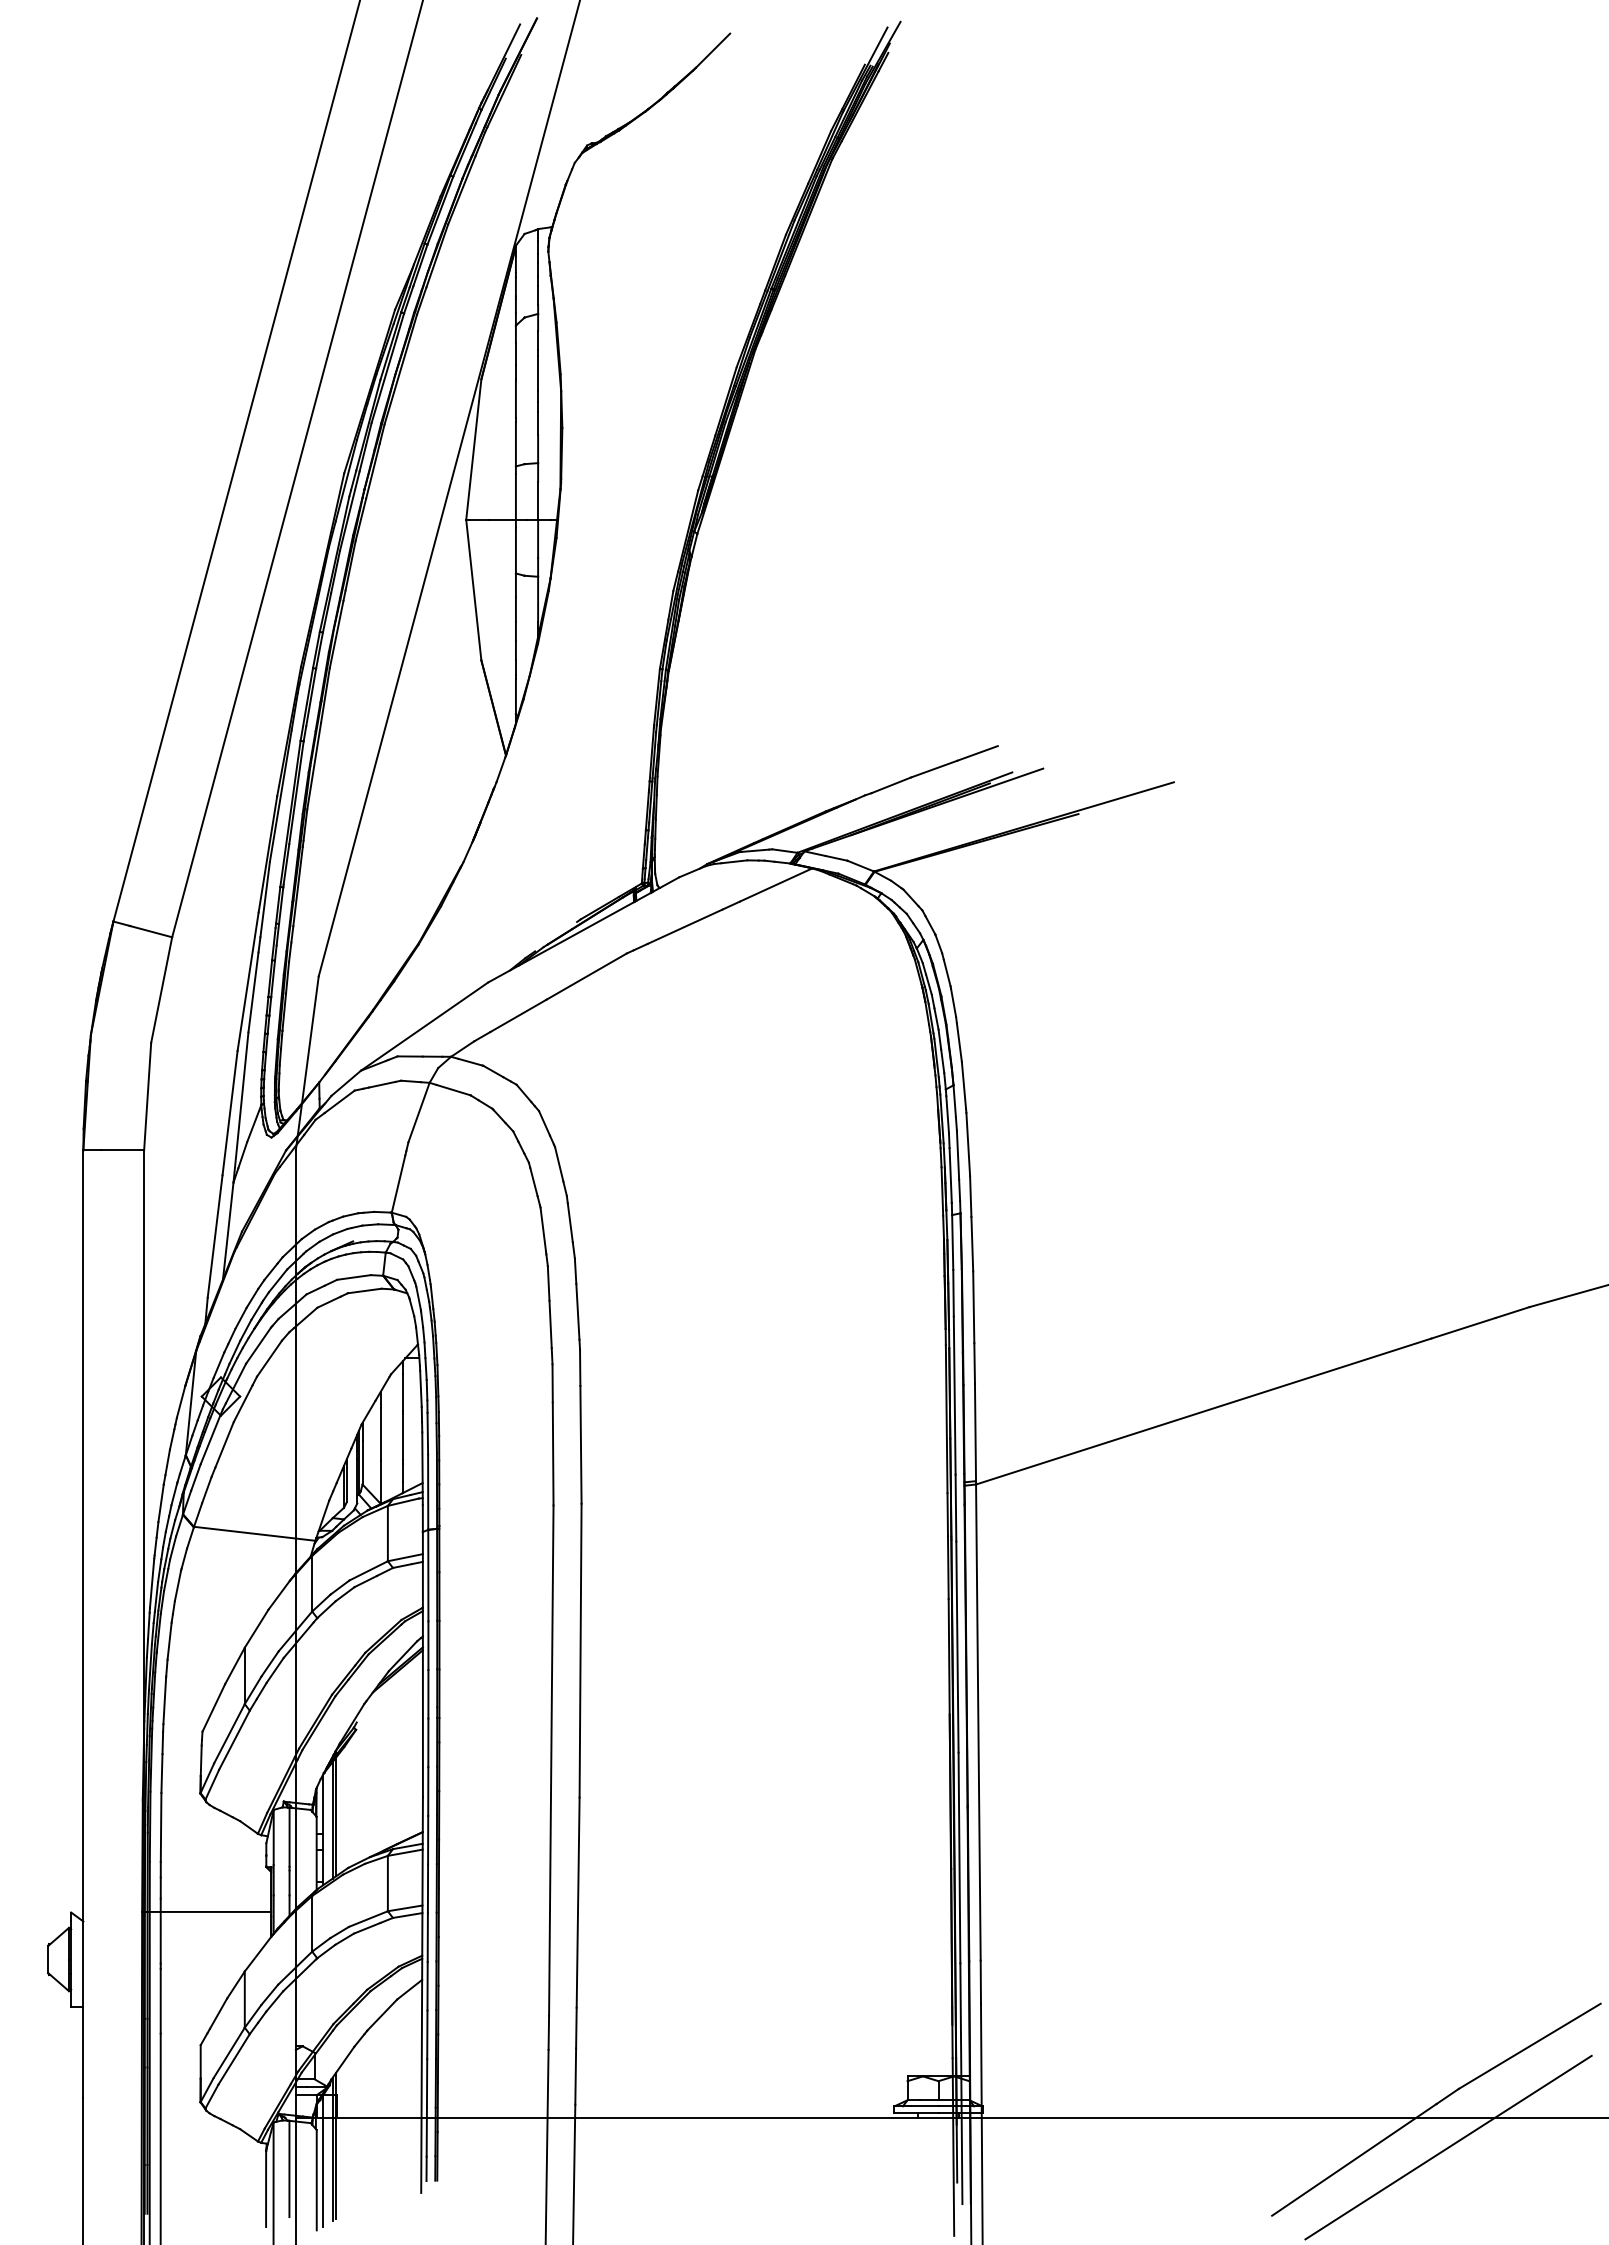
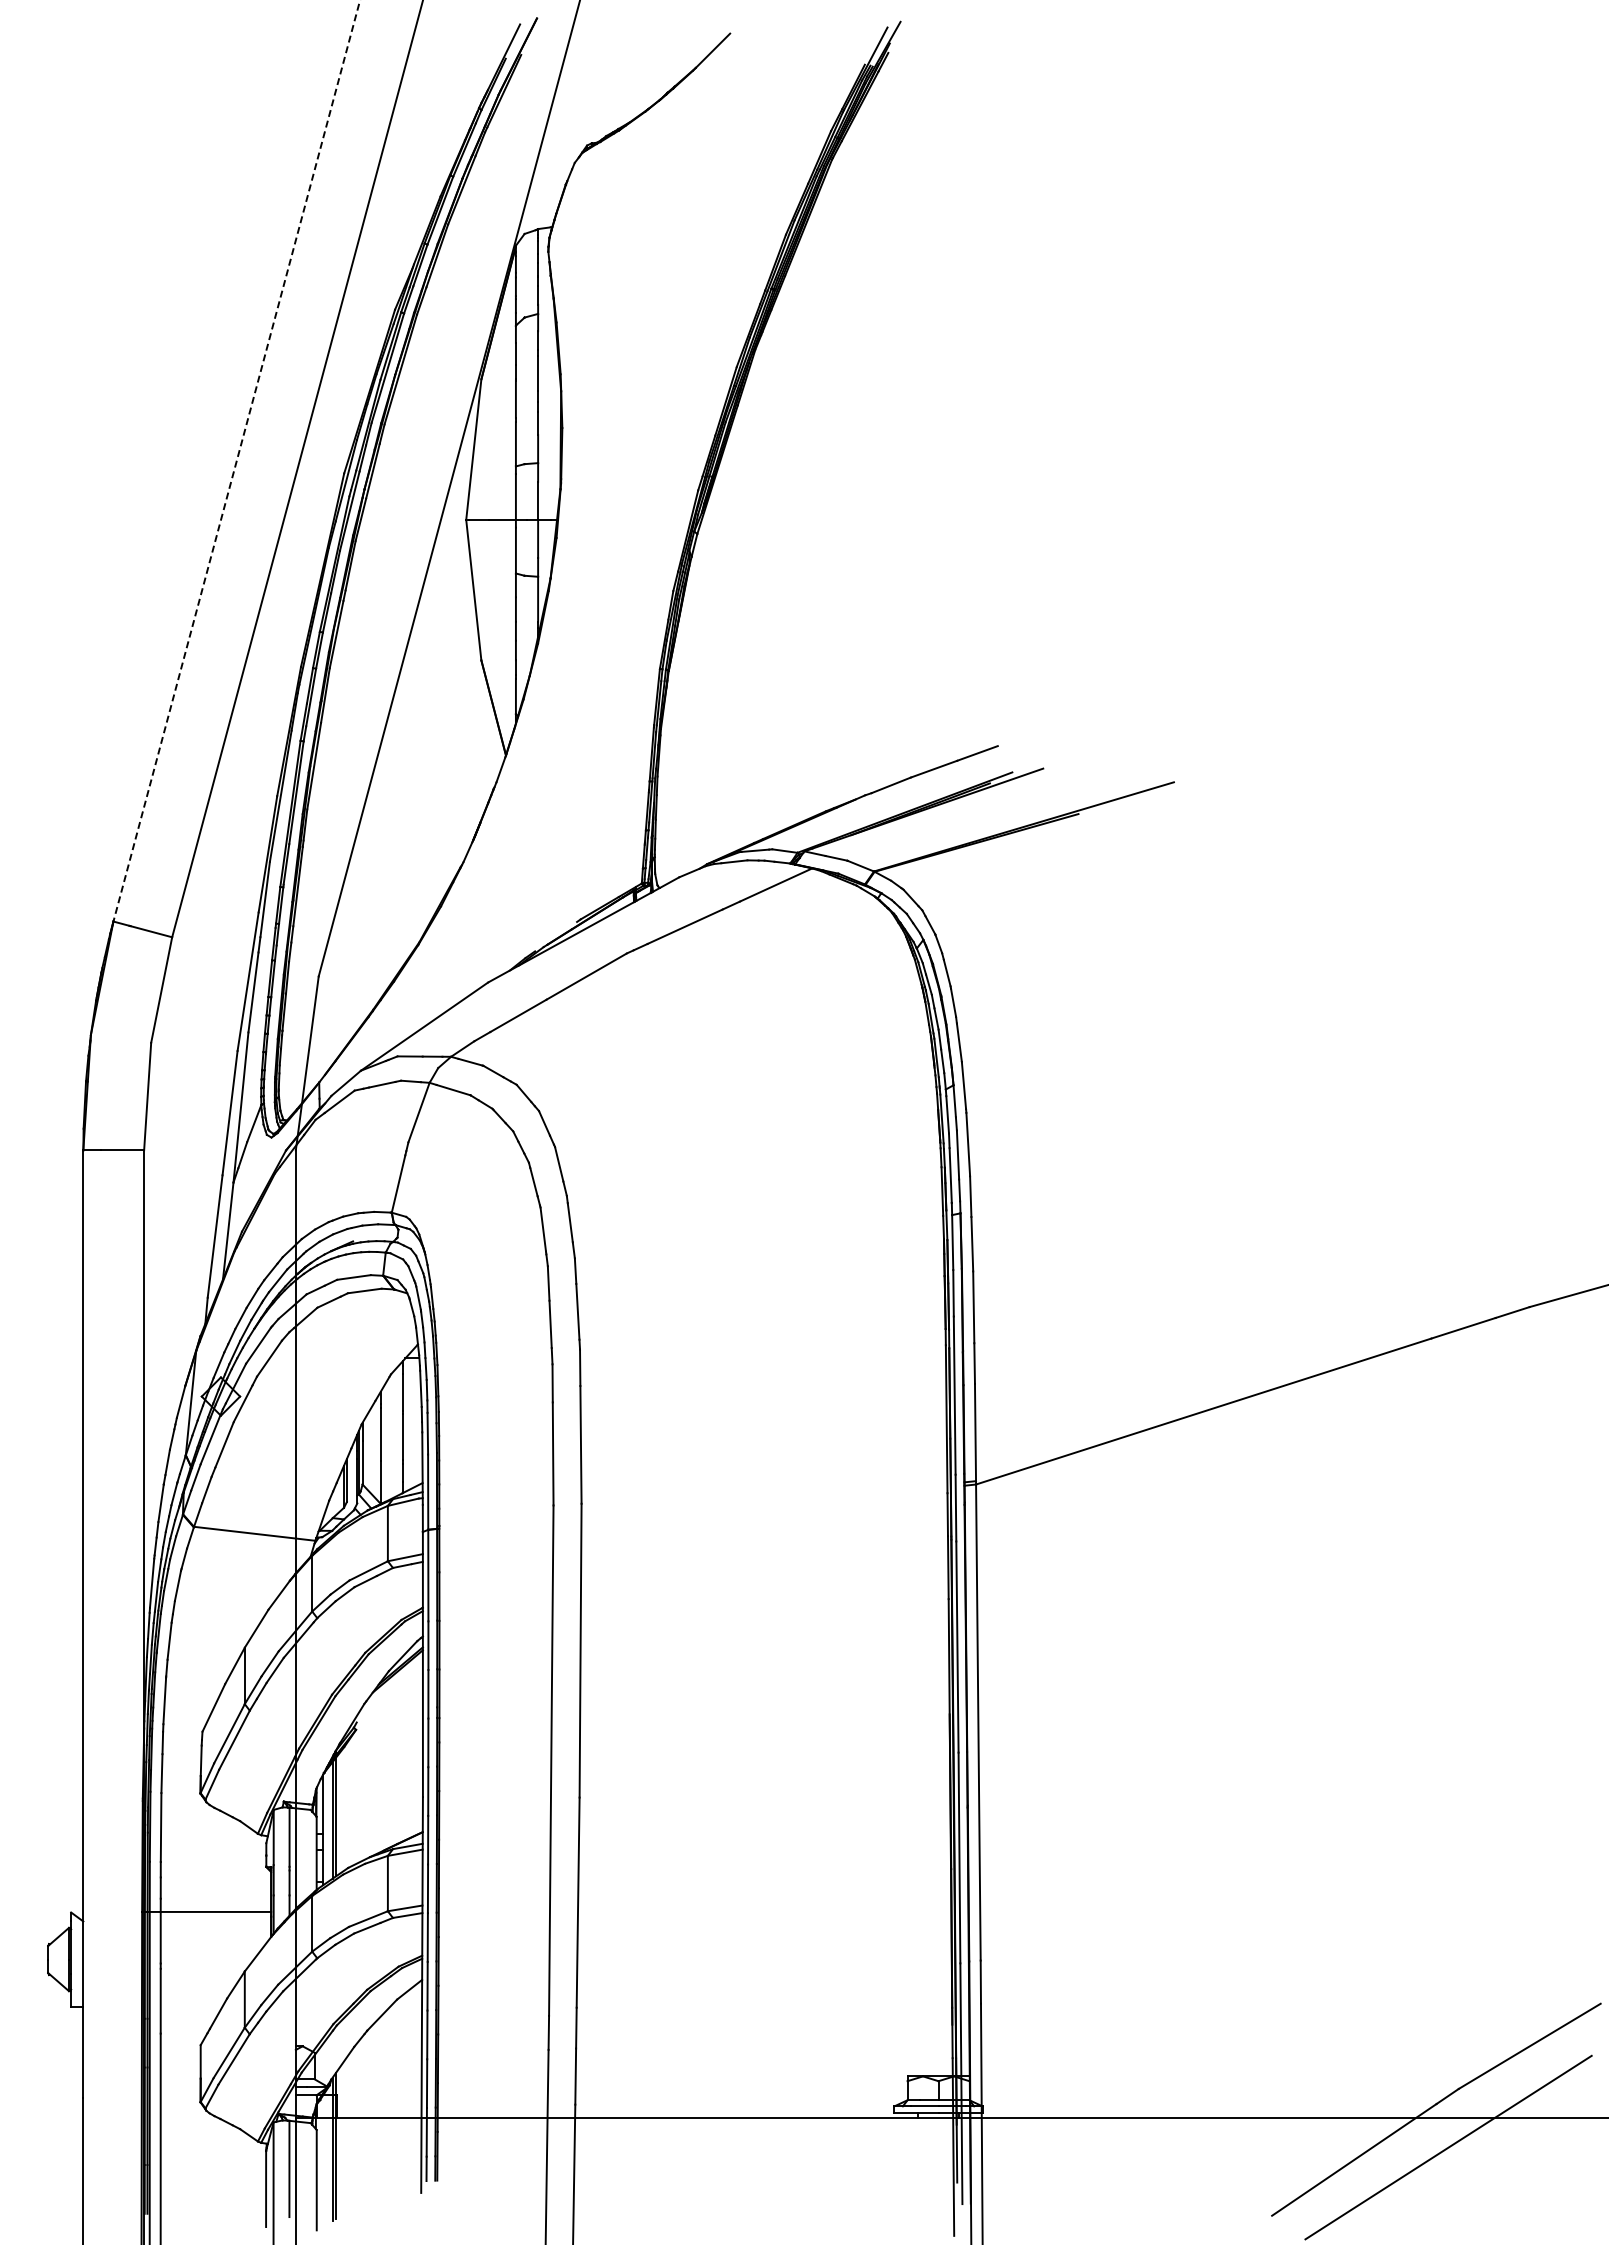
line at (236, 461): solid -> dashed
line at (322, 2160): present -> none
